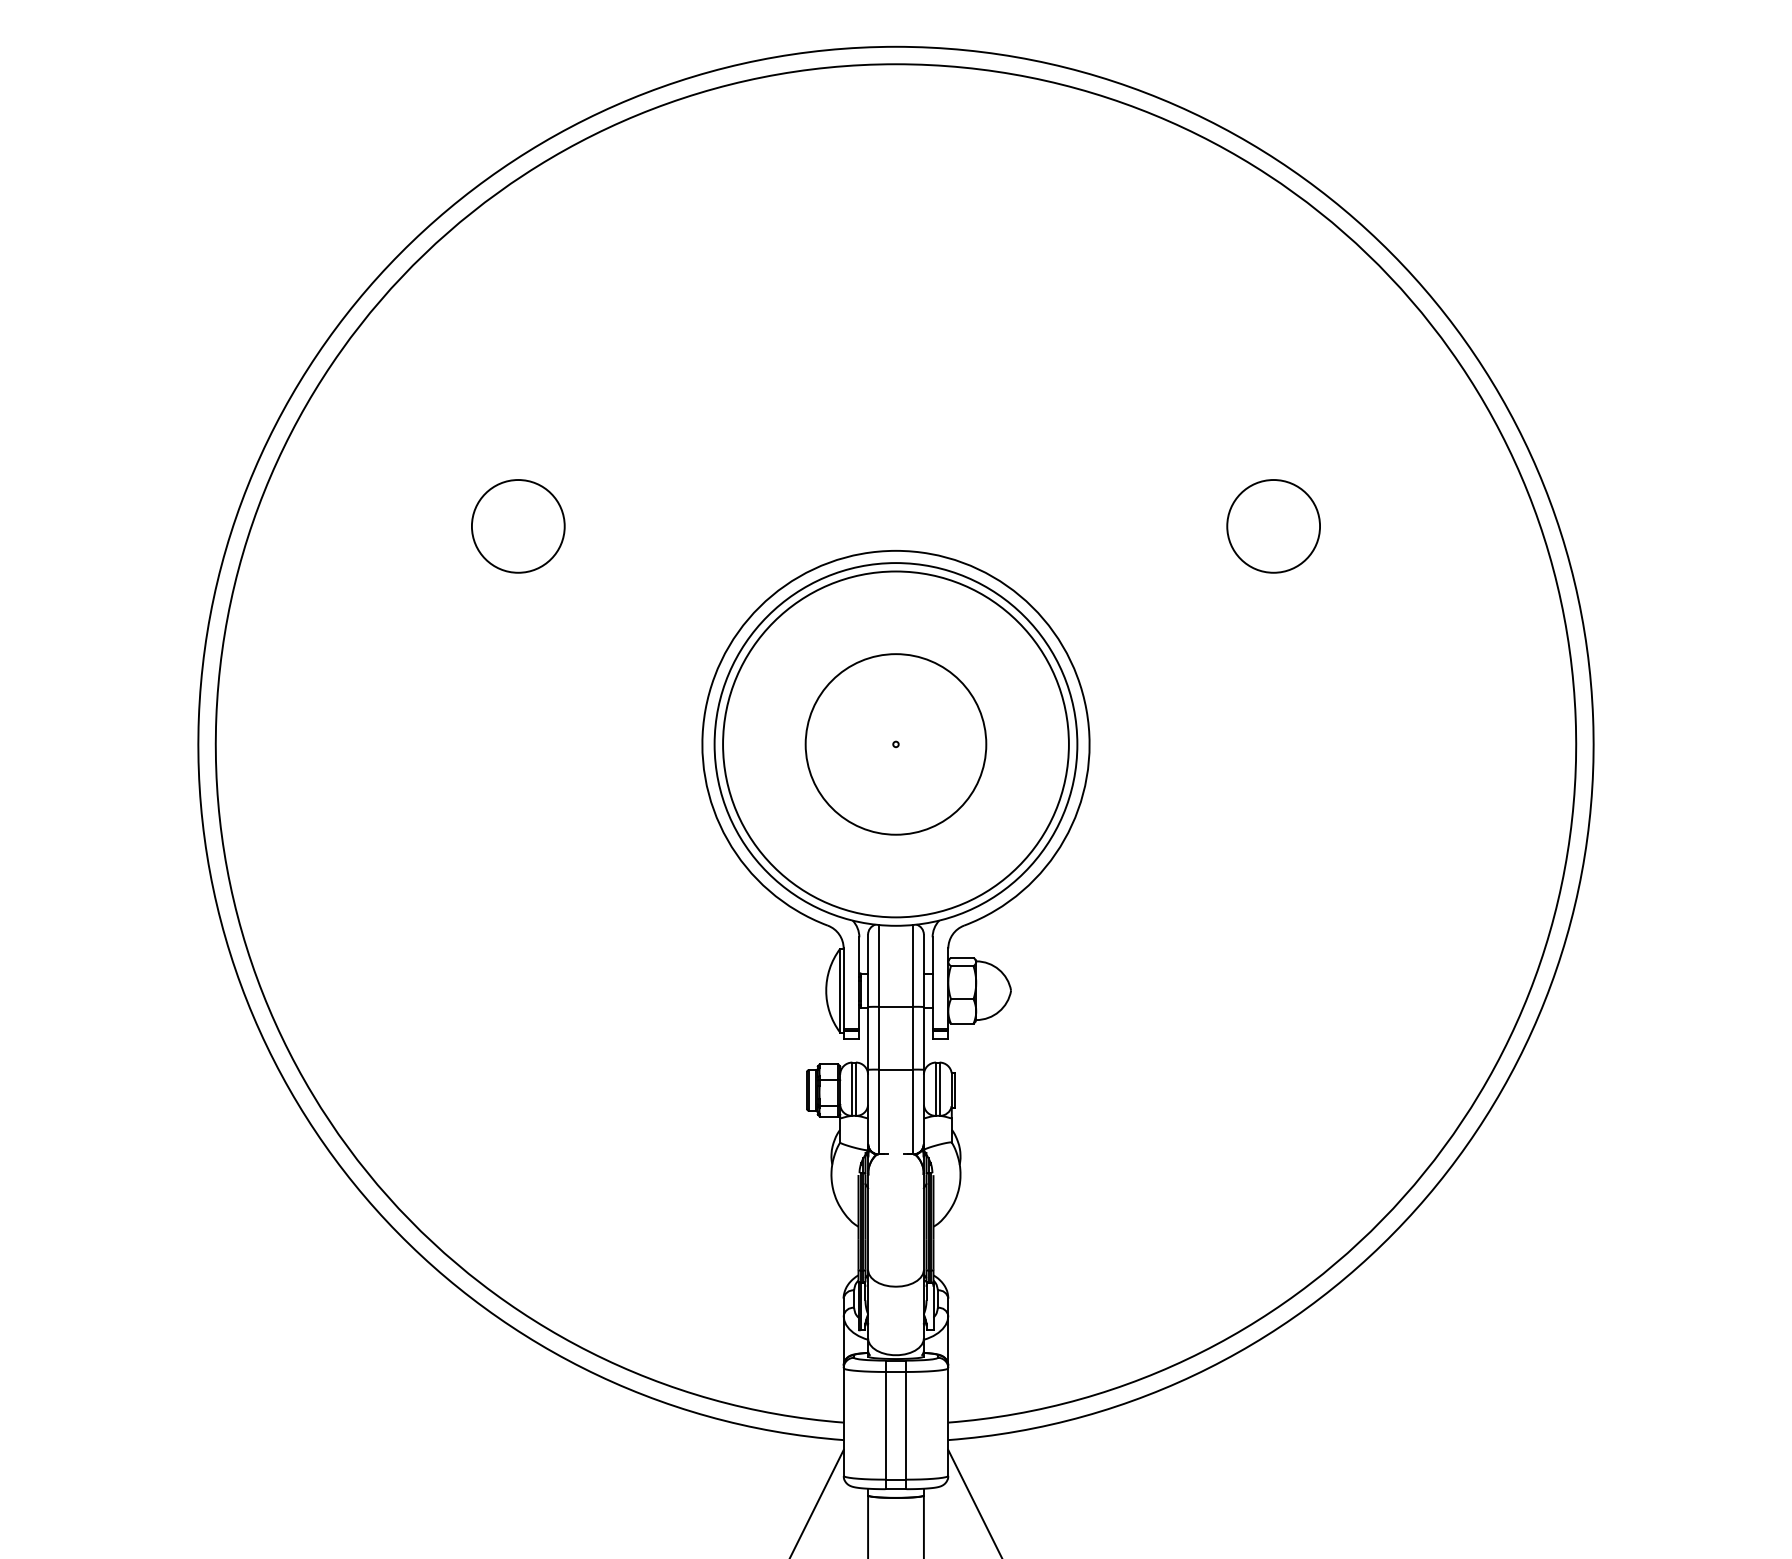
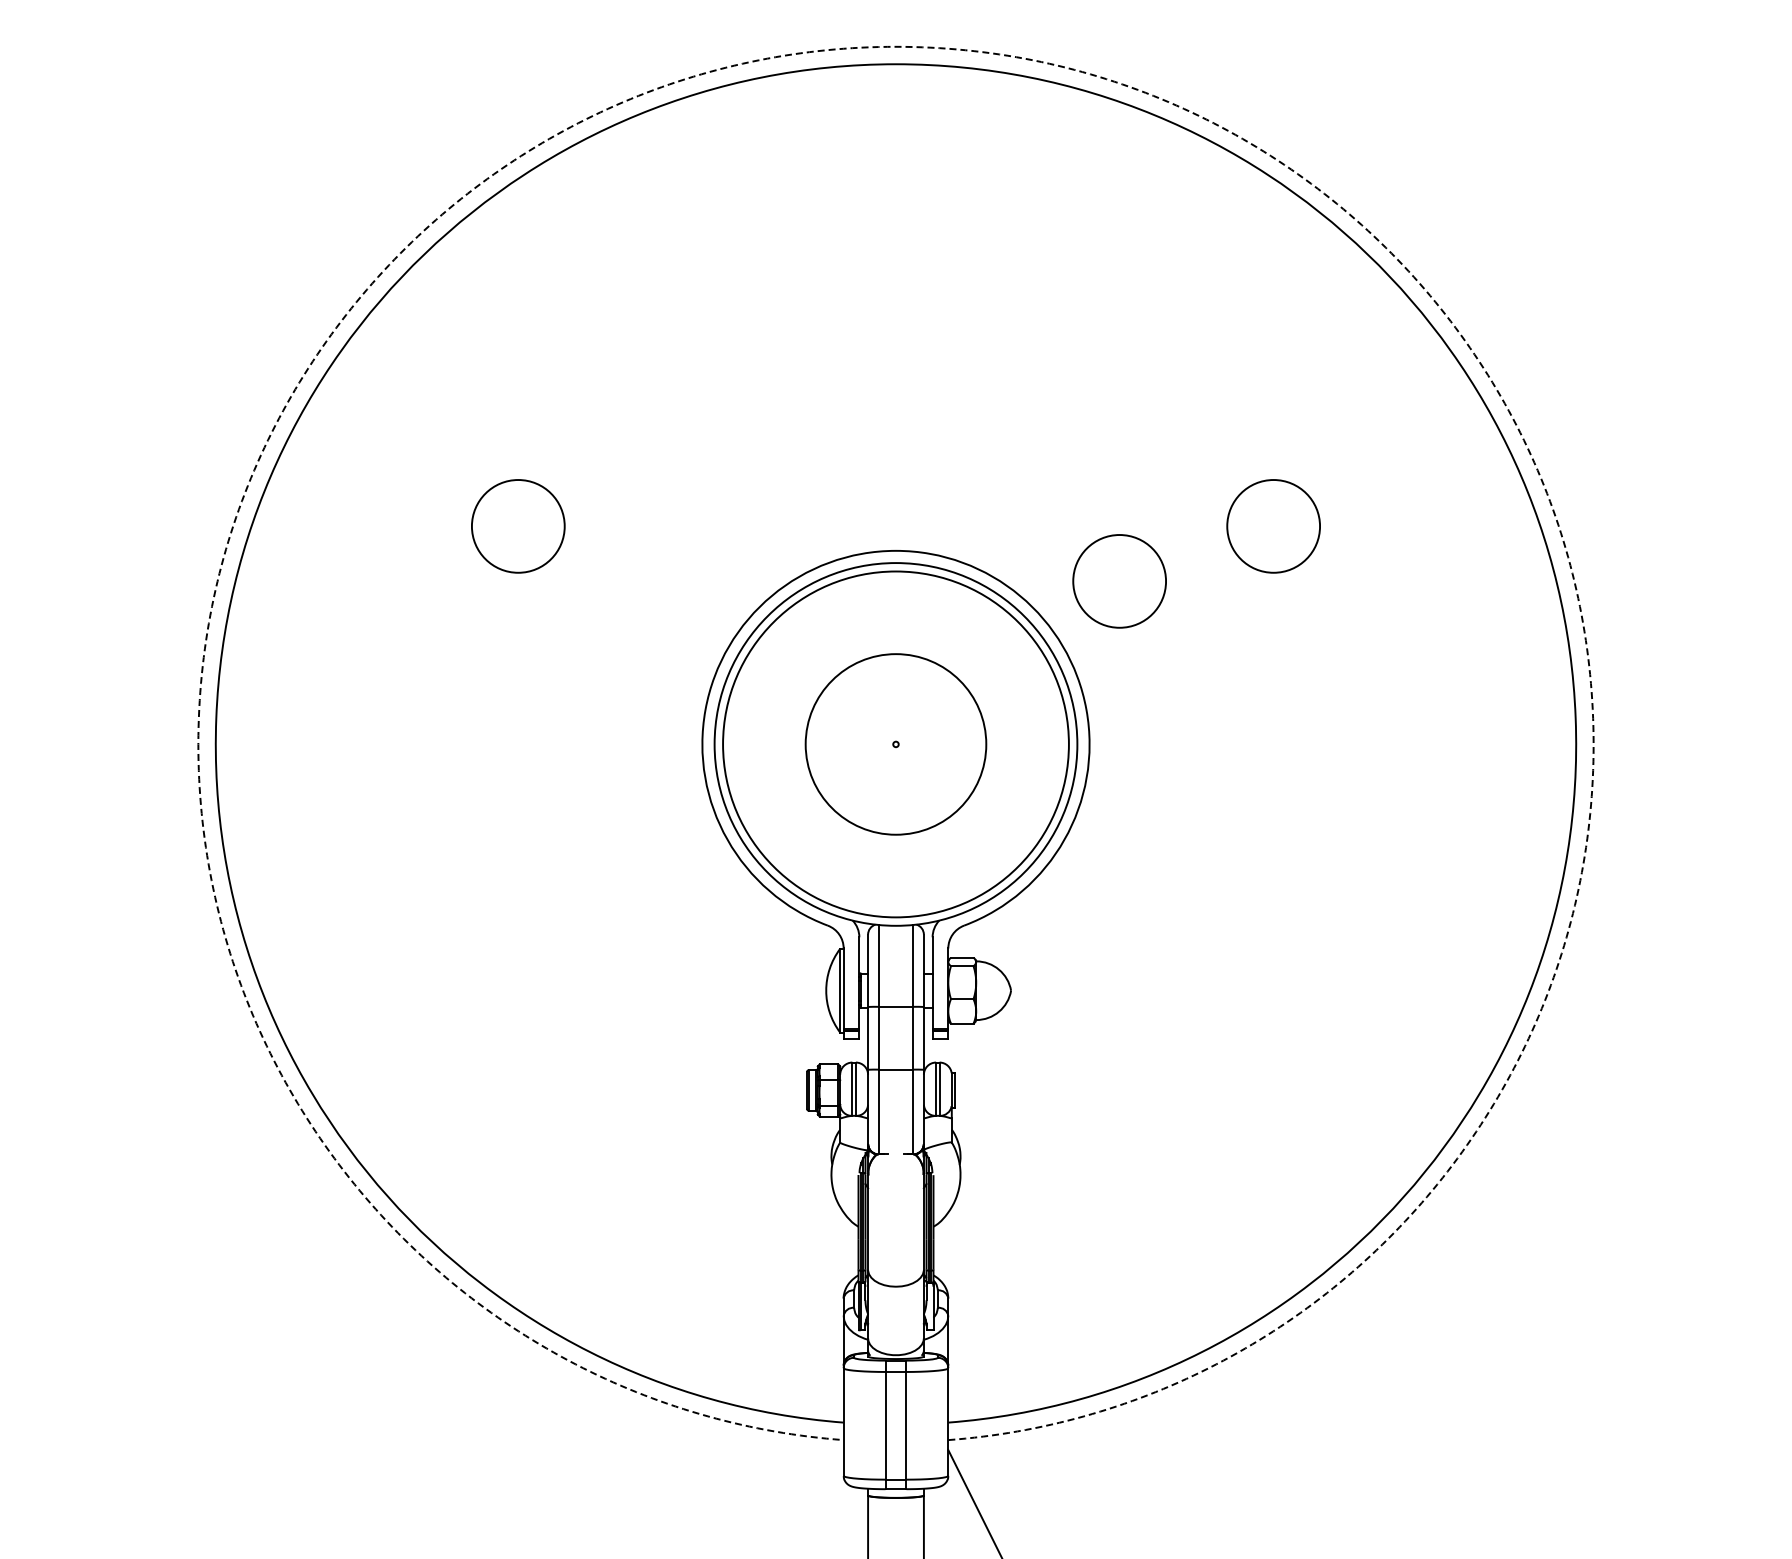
arc at (896, 46): solid -> dashed
circle at (1119, 581): none -> present
line at (817, 1502): present -> none
